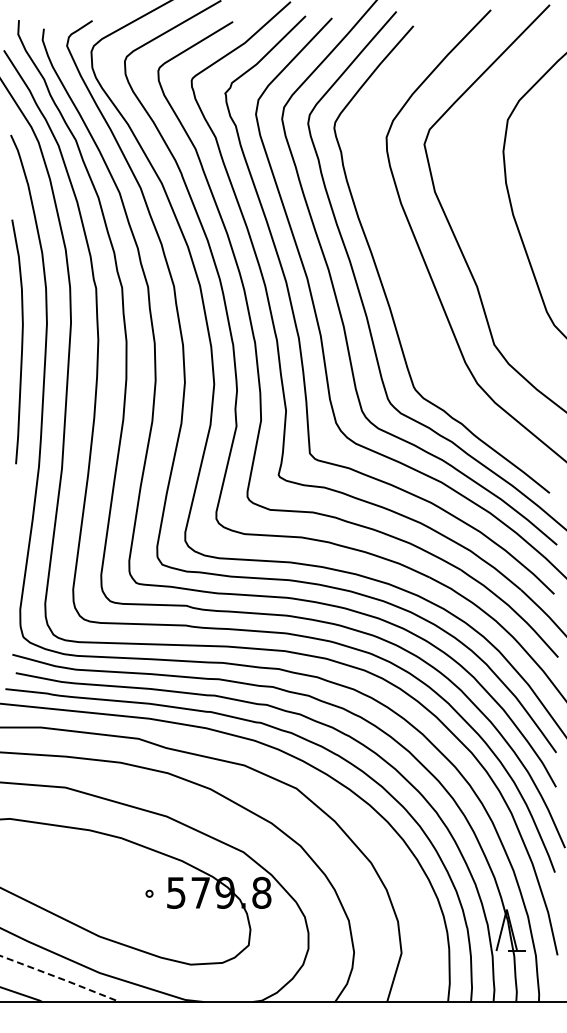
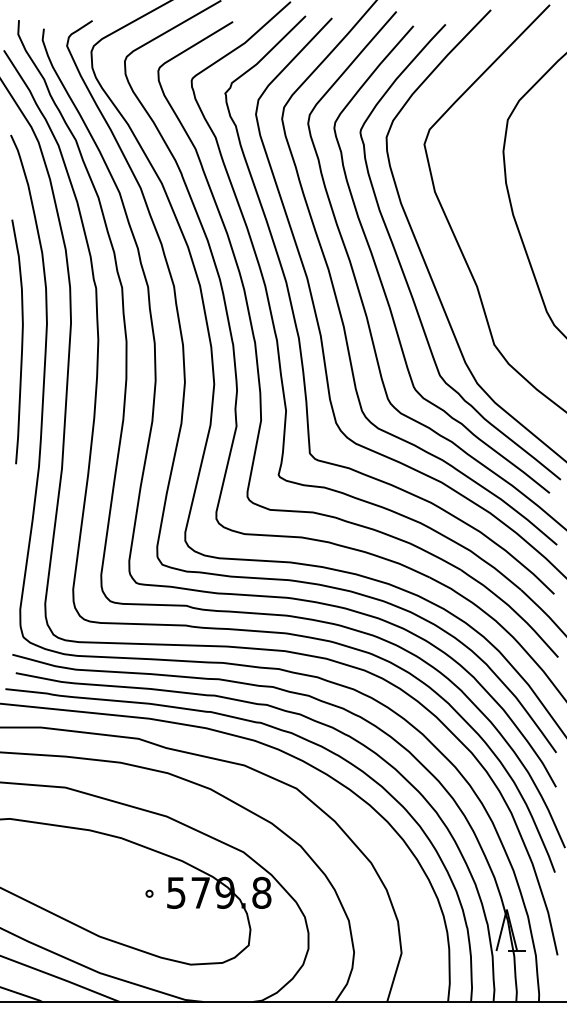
curve at (404, 272): none -> present
line at (61, 978): dashed -> solid
